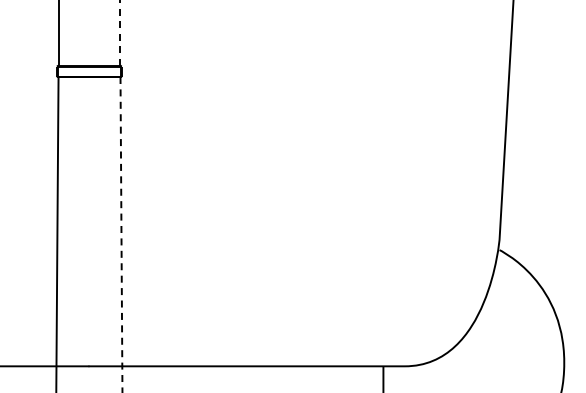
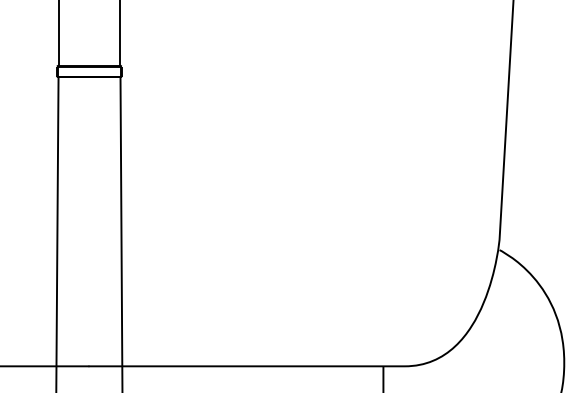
line at (120, 32): dashed -> solid
line at (121, 234): dashed -> solid
